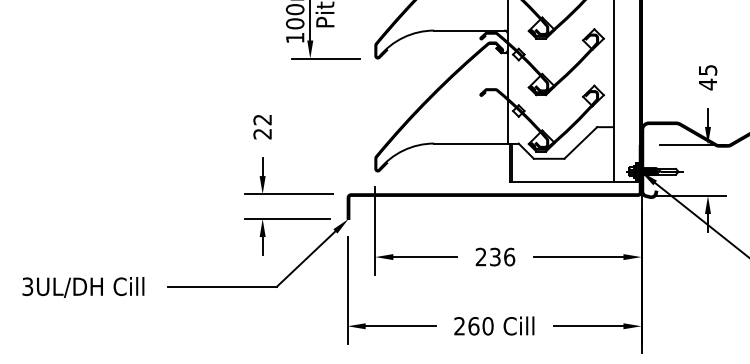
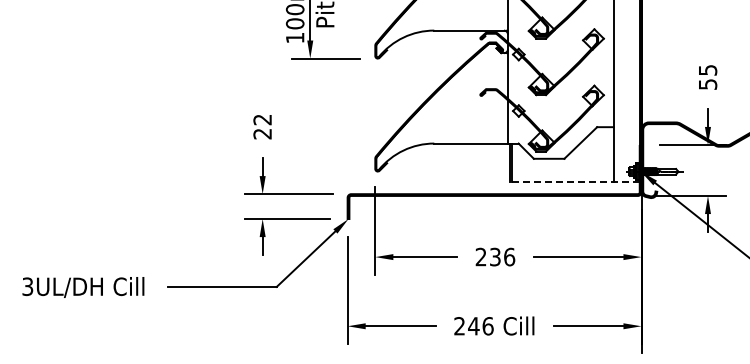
text at (708, 84): 45 -> 55
line at (574, 181): solid -> dashed
text at (480, 326): 260 -> 246
